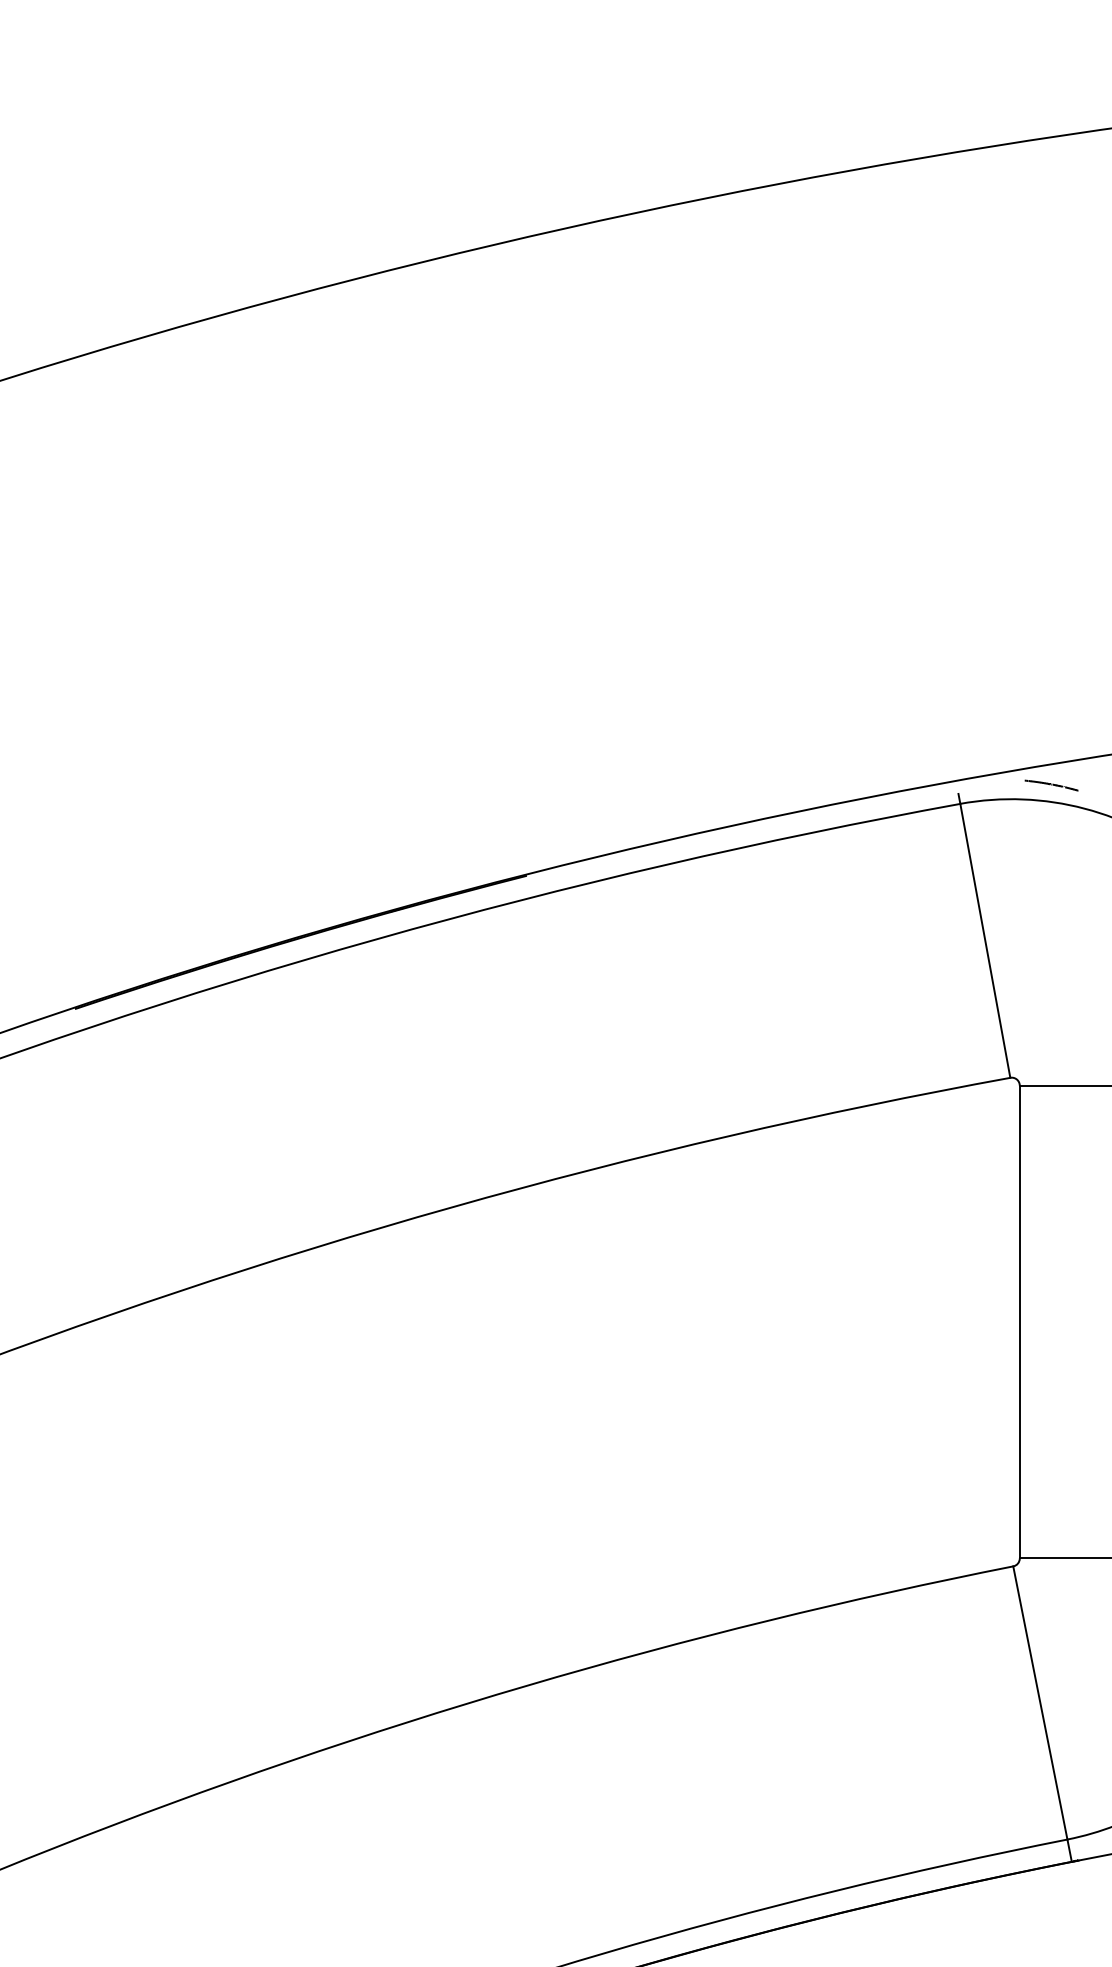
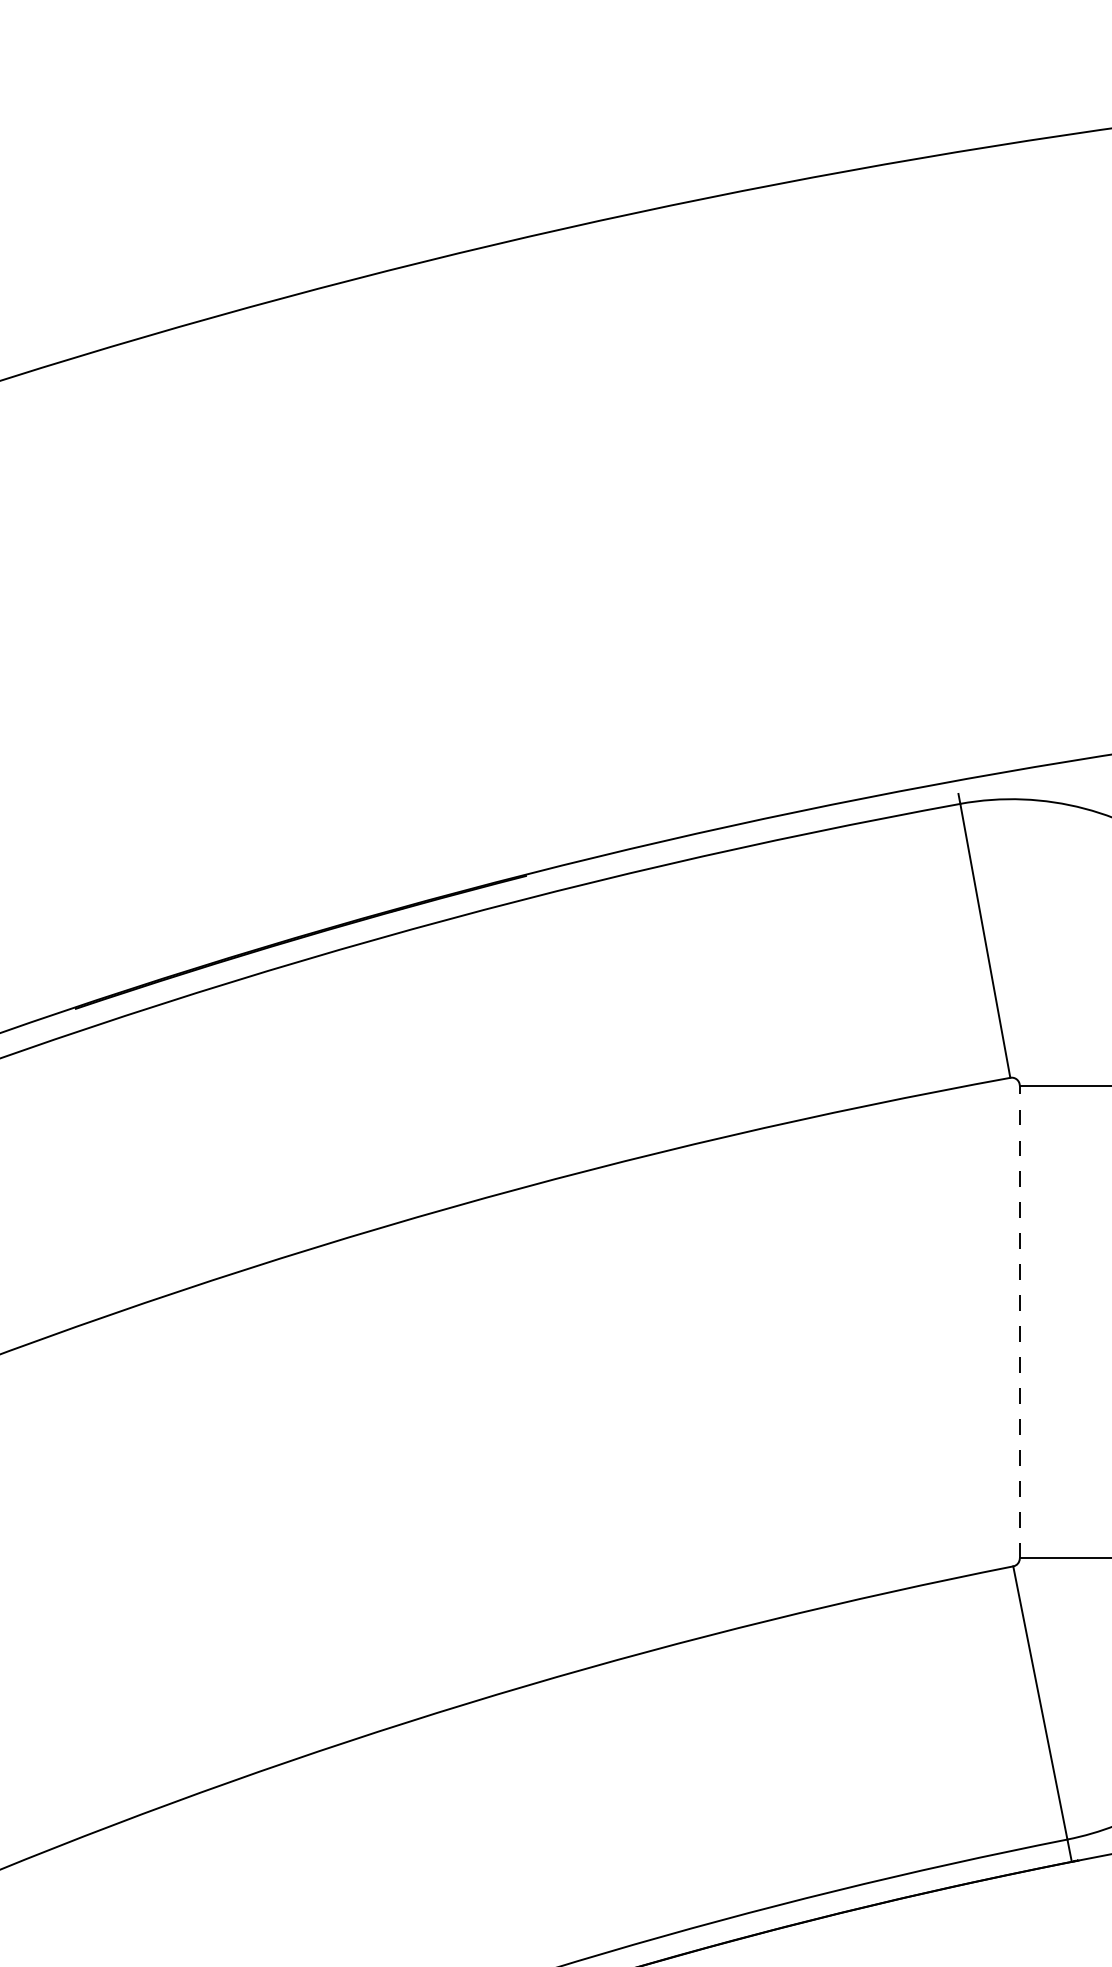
part at (1051, 785): present -> none
line at (1019, 1321): solid -> dashed
